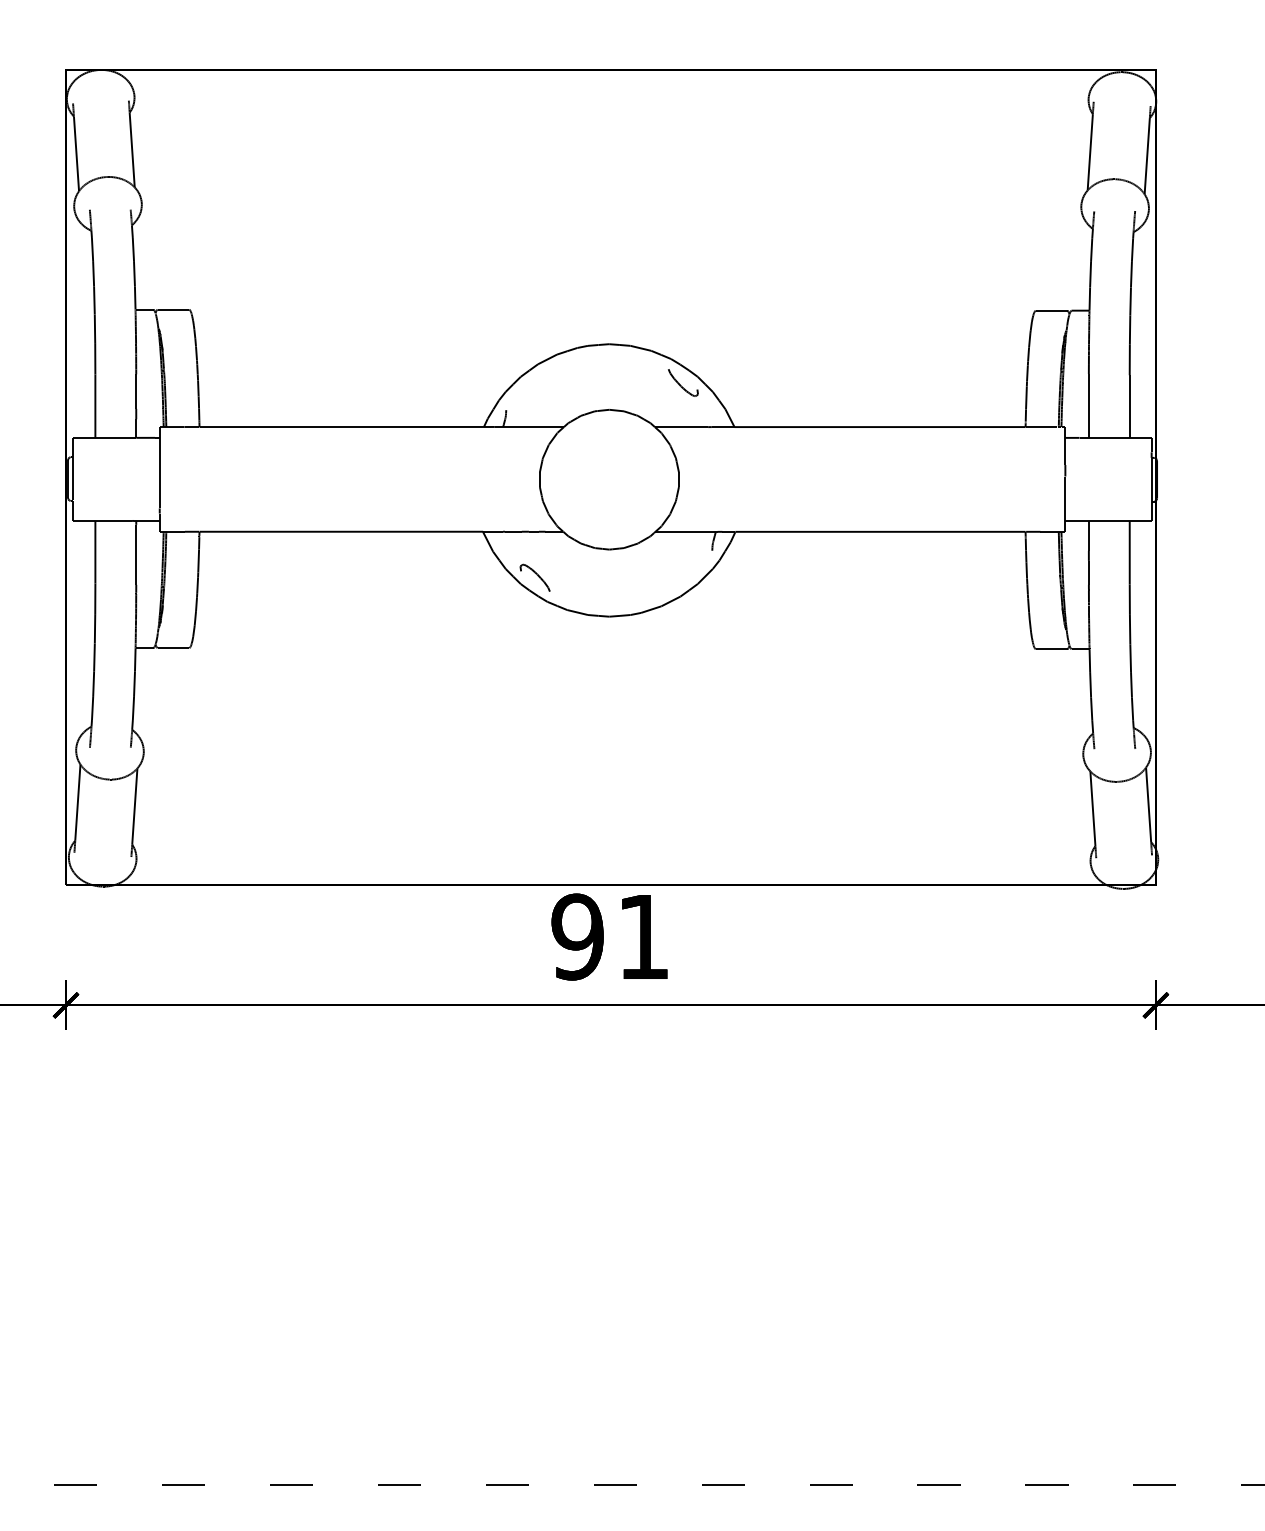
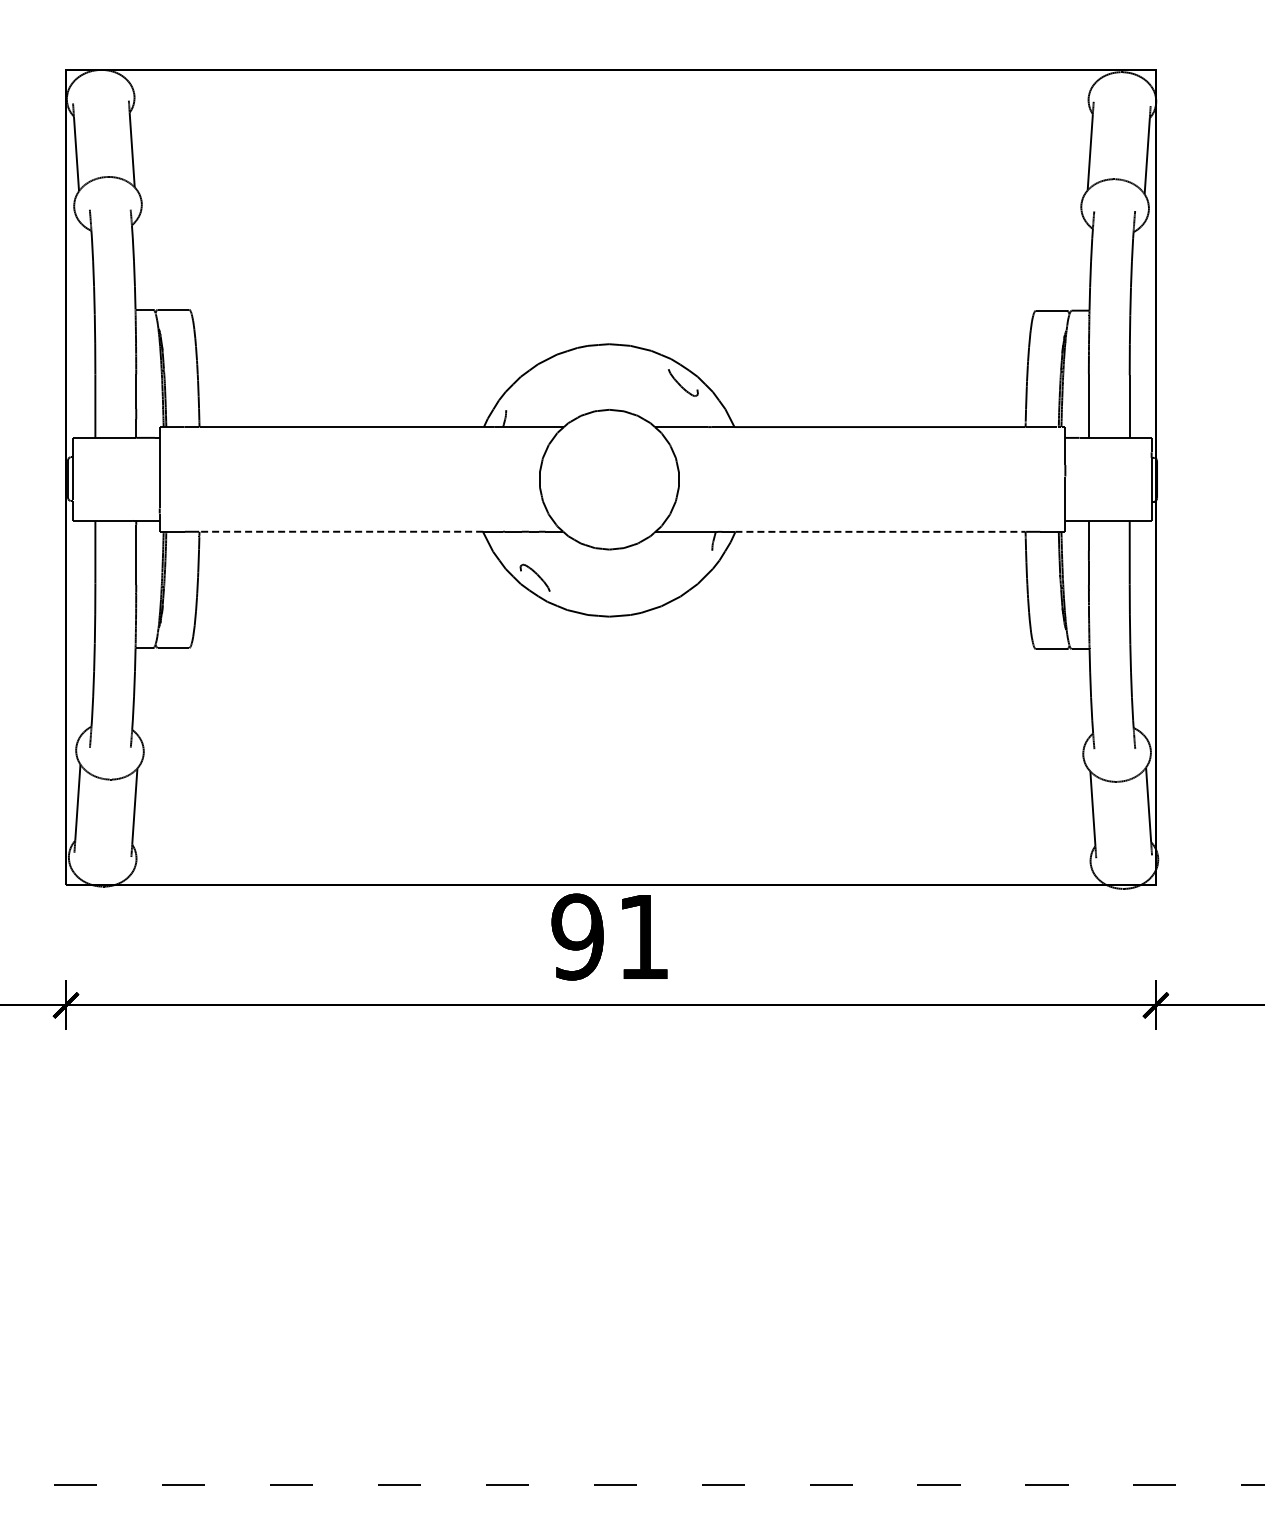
line at (341, 531): solid -> dashed
line at (880, 531): solid -> dashed
